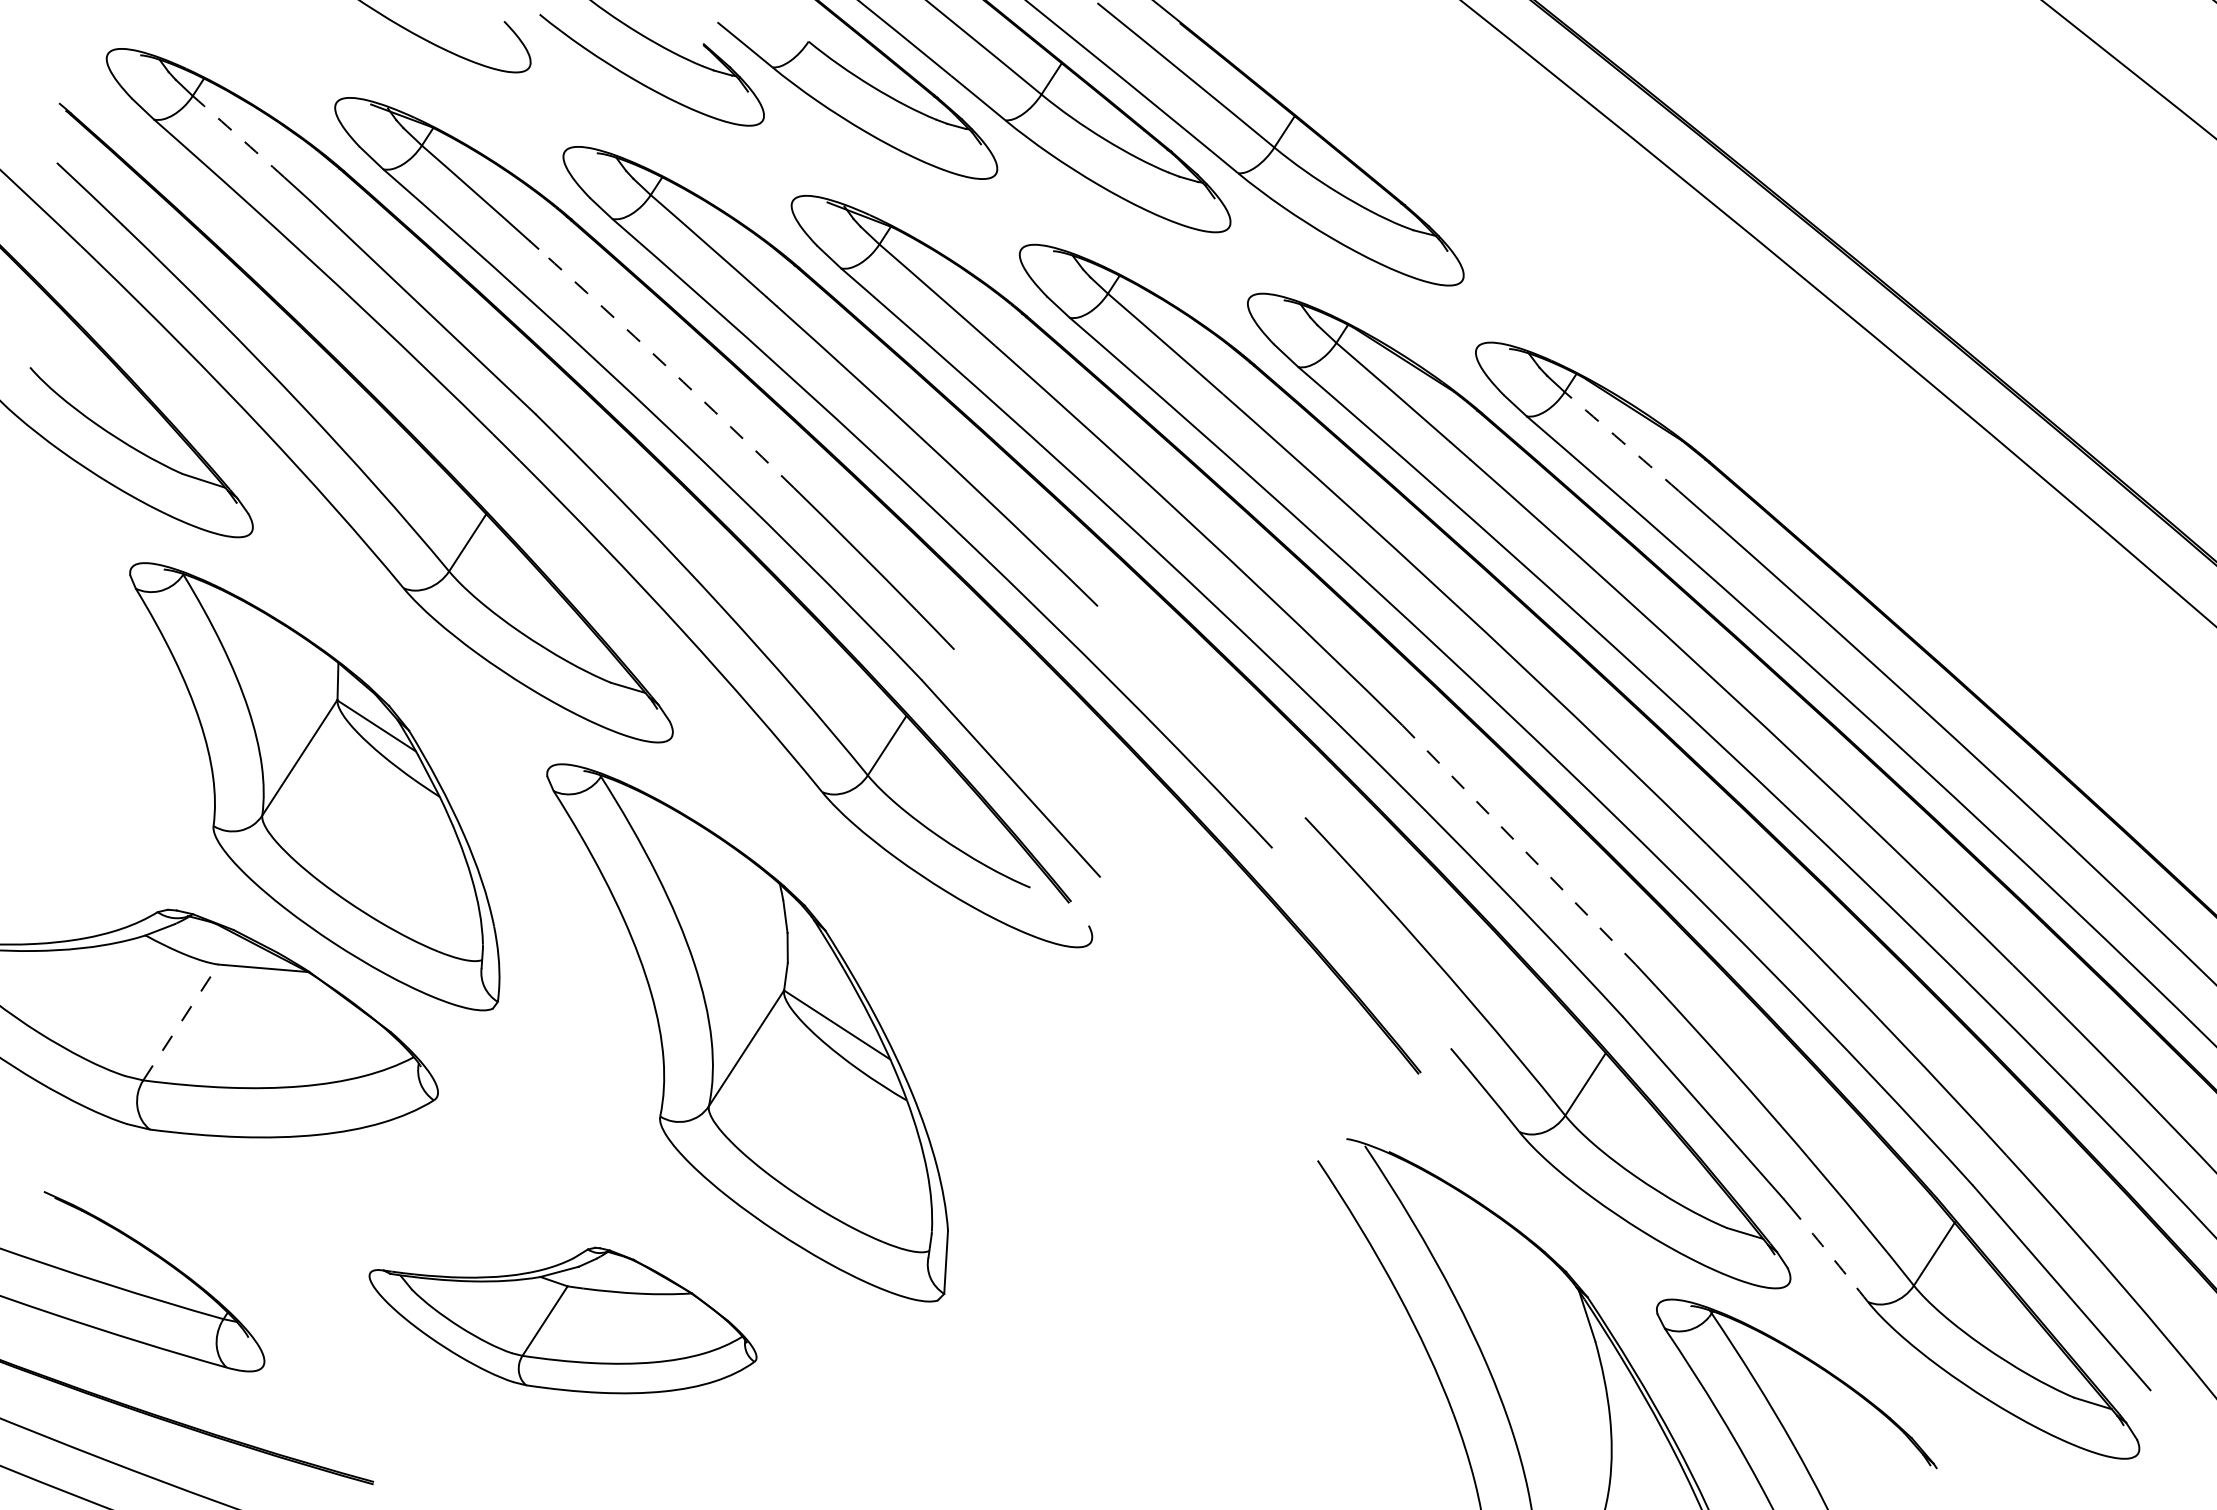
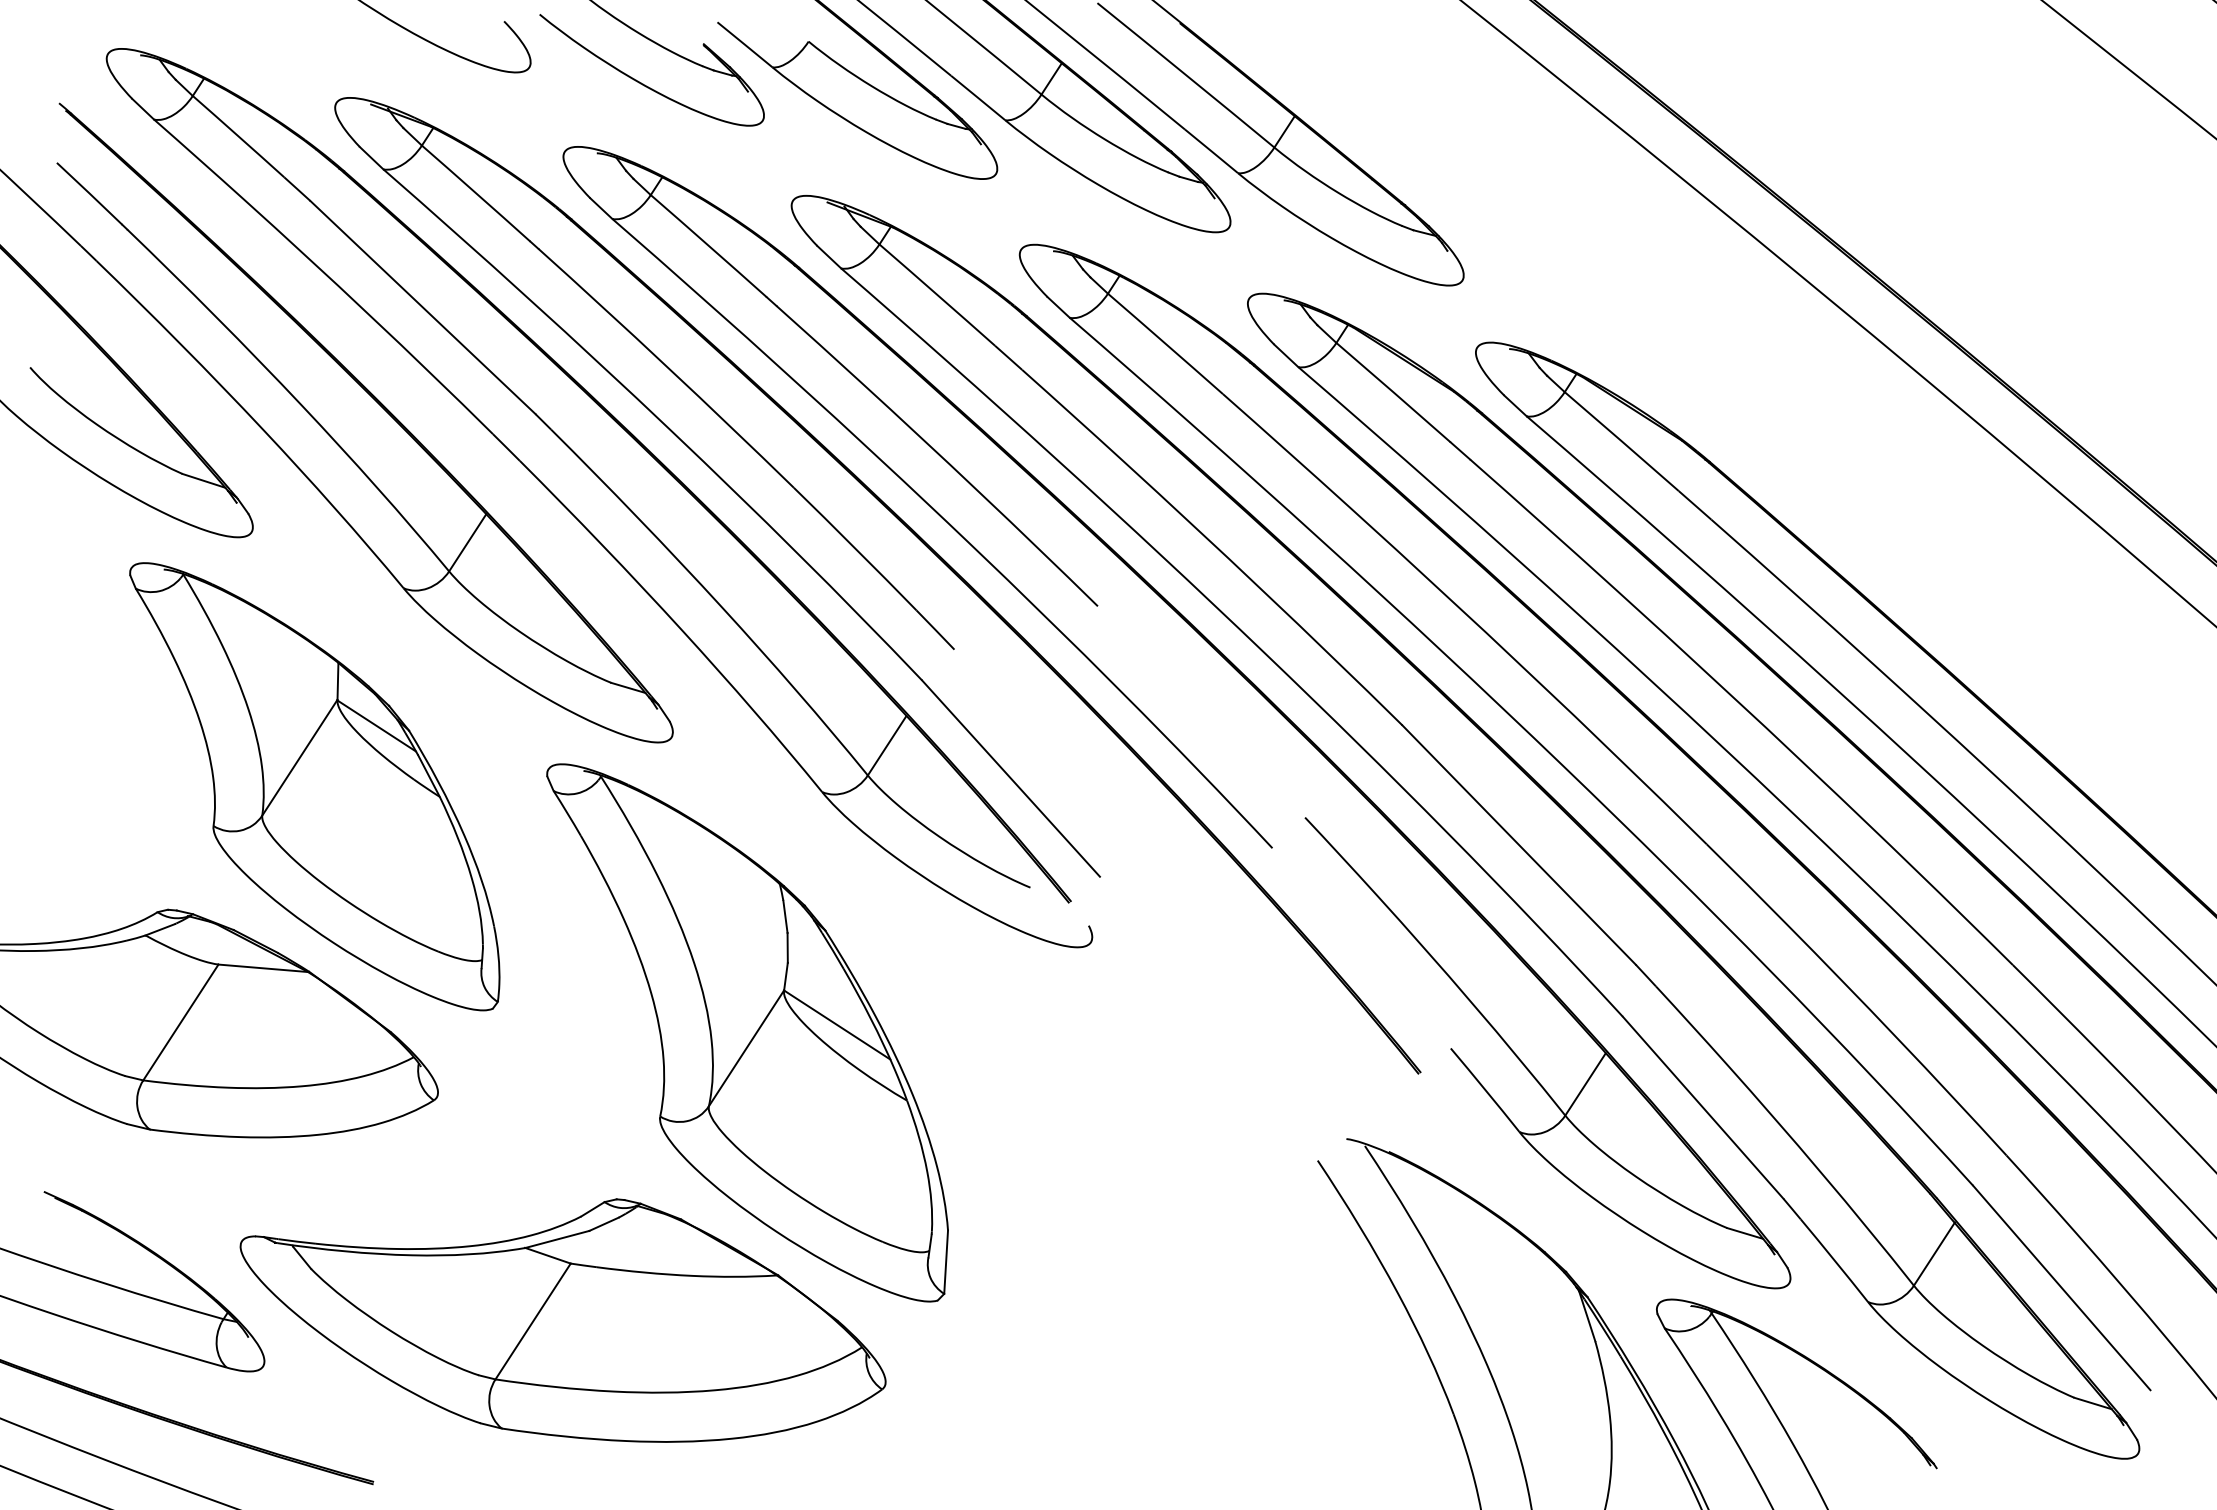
arc at (238, 136): dashed -> solid
arc at (667, 367): dashed -> solid
arc at (1621, 441): dashed -> solid
line at (1519, 845): dashed -> solid
line at (181, 1022): dashed -> solid
arc at (1834, 1260): dashed -> solid
part at (562, 1320) size: 390x149 px -> 648x245 px
